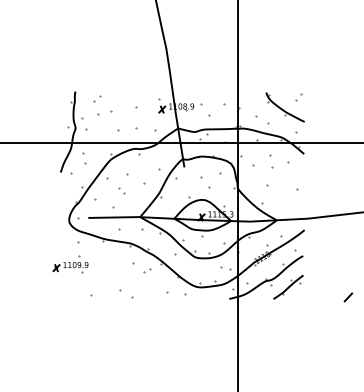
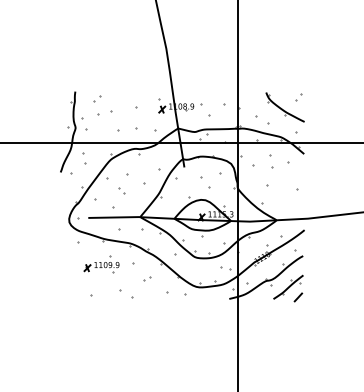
part at (70, 264) position: (70, 264) -> (101, 264)
part at (147, 270) position: (147, 270) -> (147, 278)
line at (348, 297) position: (348, 297) -> (298, 297)
